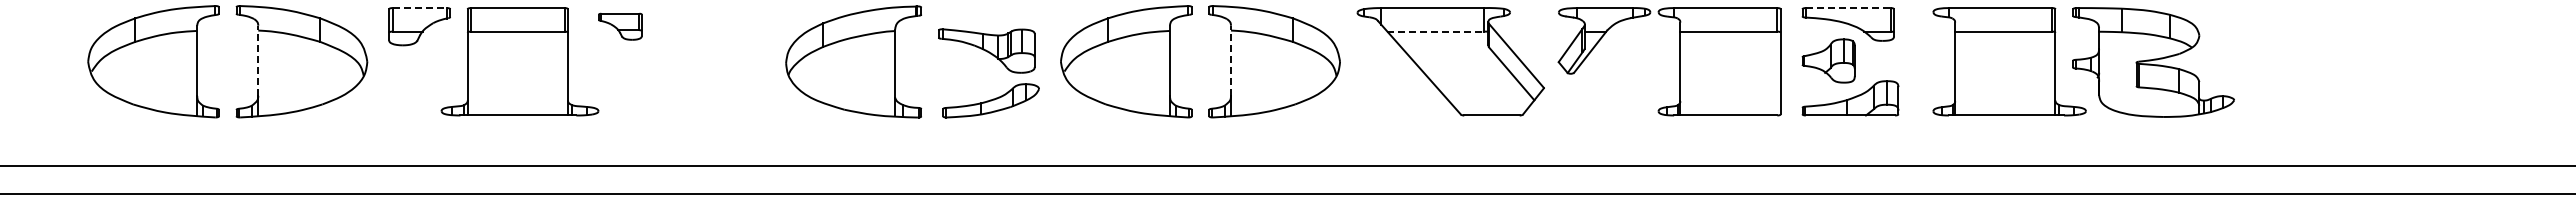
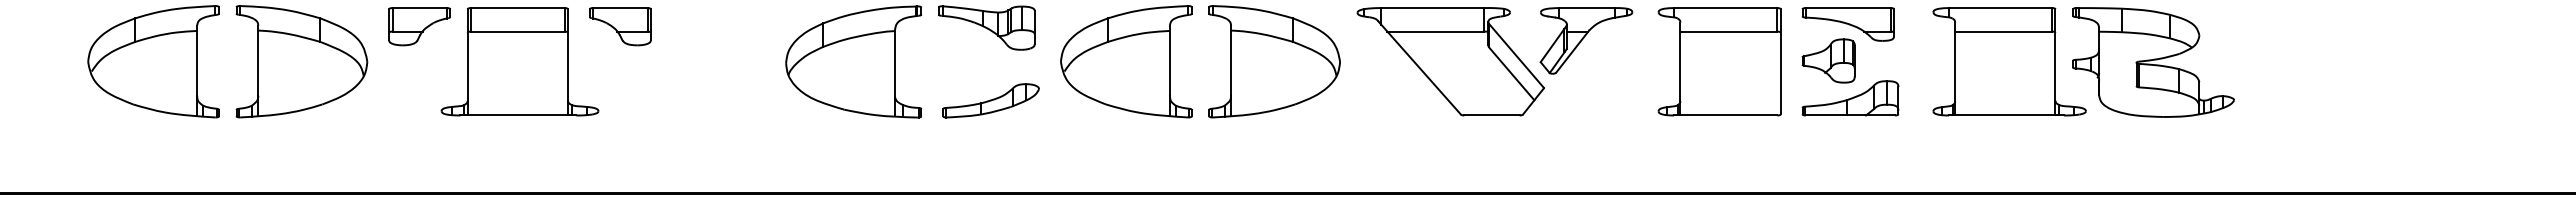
line at (420, 8): dashed -> solid
line at (1848, 8): dashed -> solid
part at (620, 26) size: 45x29 px -> 63x40 px
line at (1436, 31): dashed -> solid
part at (1604, 40) position: (1604, 40) -> (1586, 40)
part at (986, 50) position: (986, 50) -> (986, 27)
line at (258, 60): dashed -> solid
line at (1231, 60): dashed -> solid
line at (1287, 165) position: (1287, 165) -> (1287, 192)
